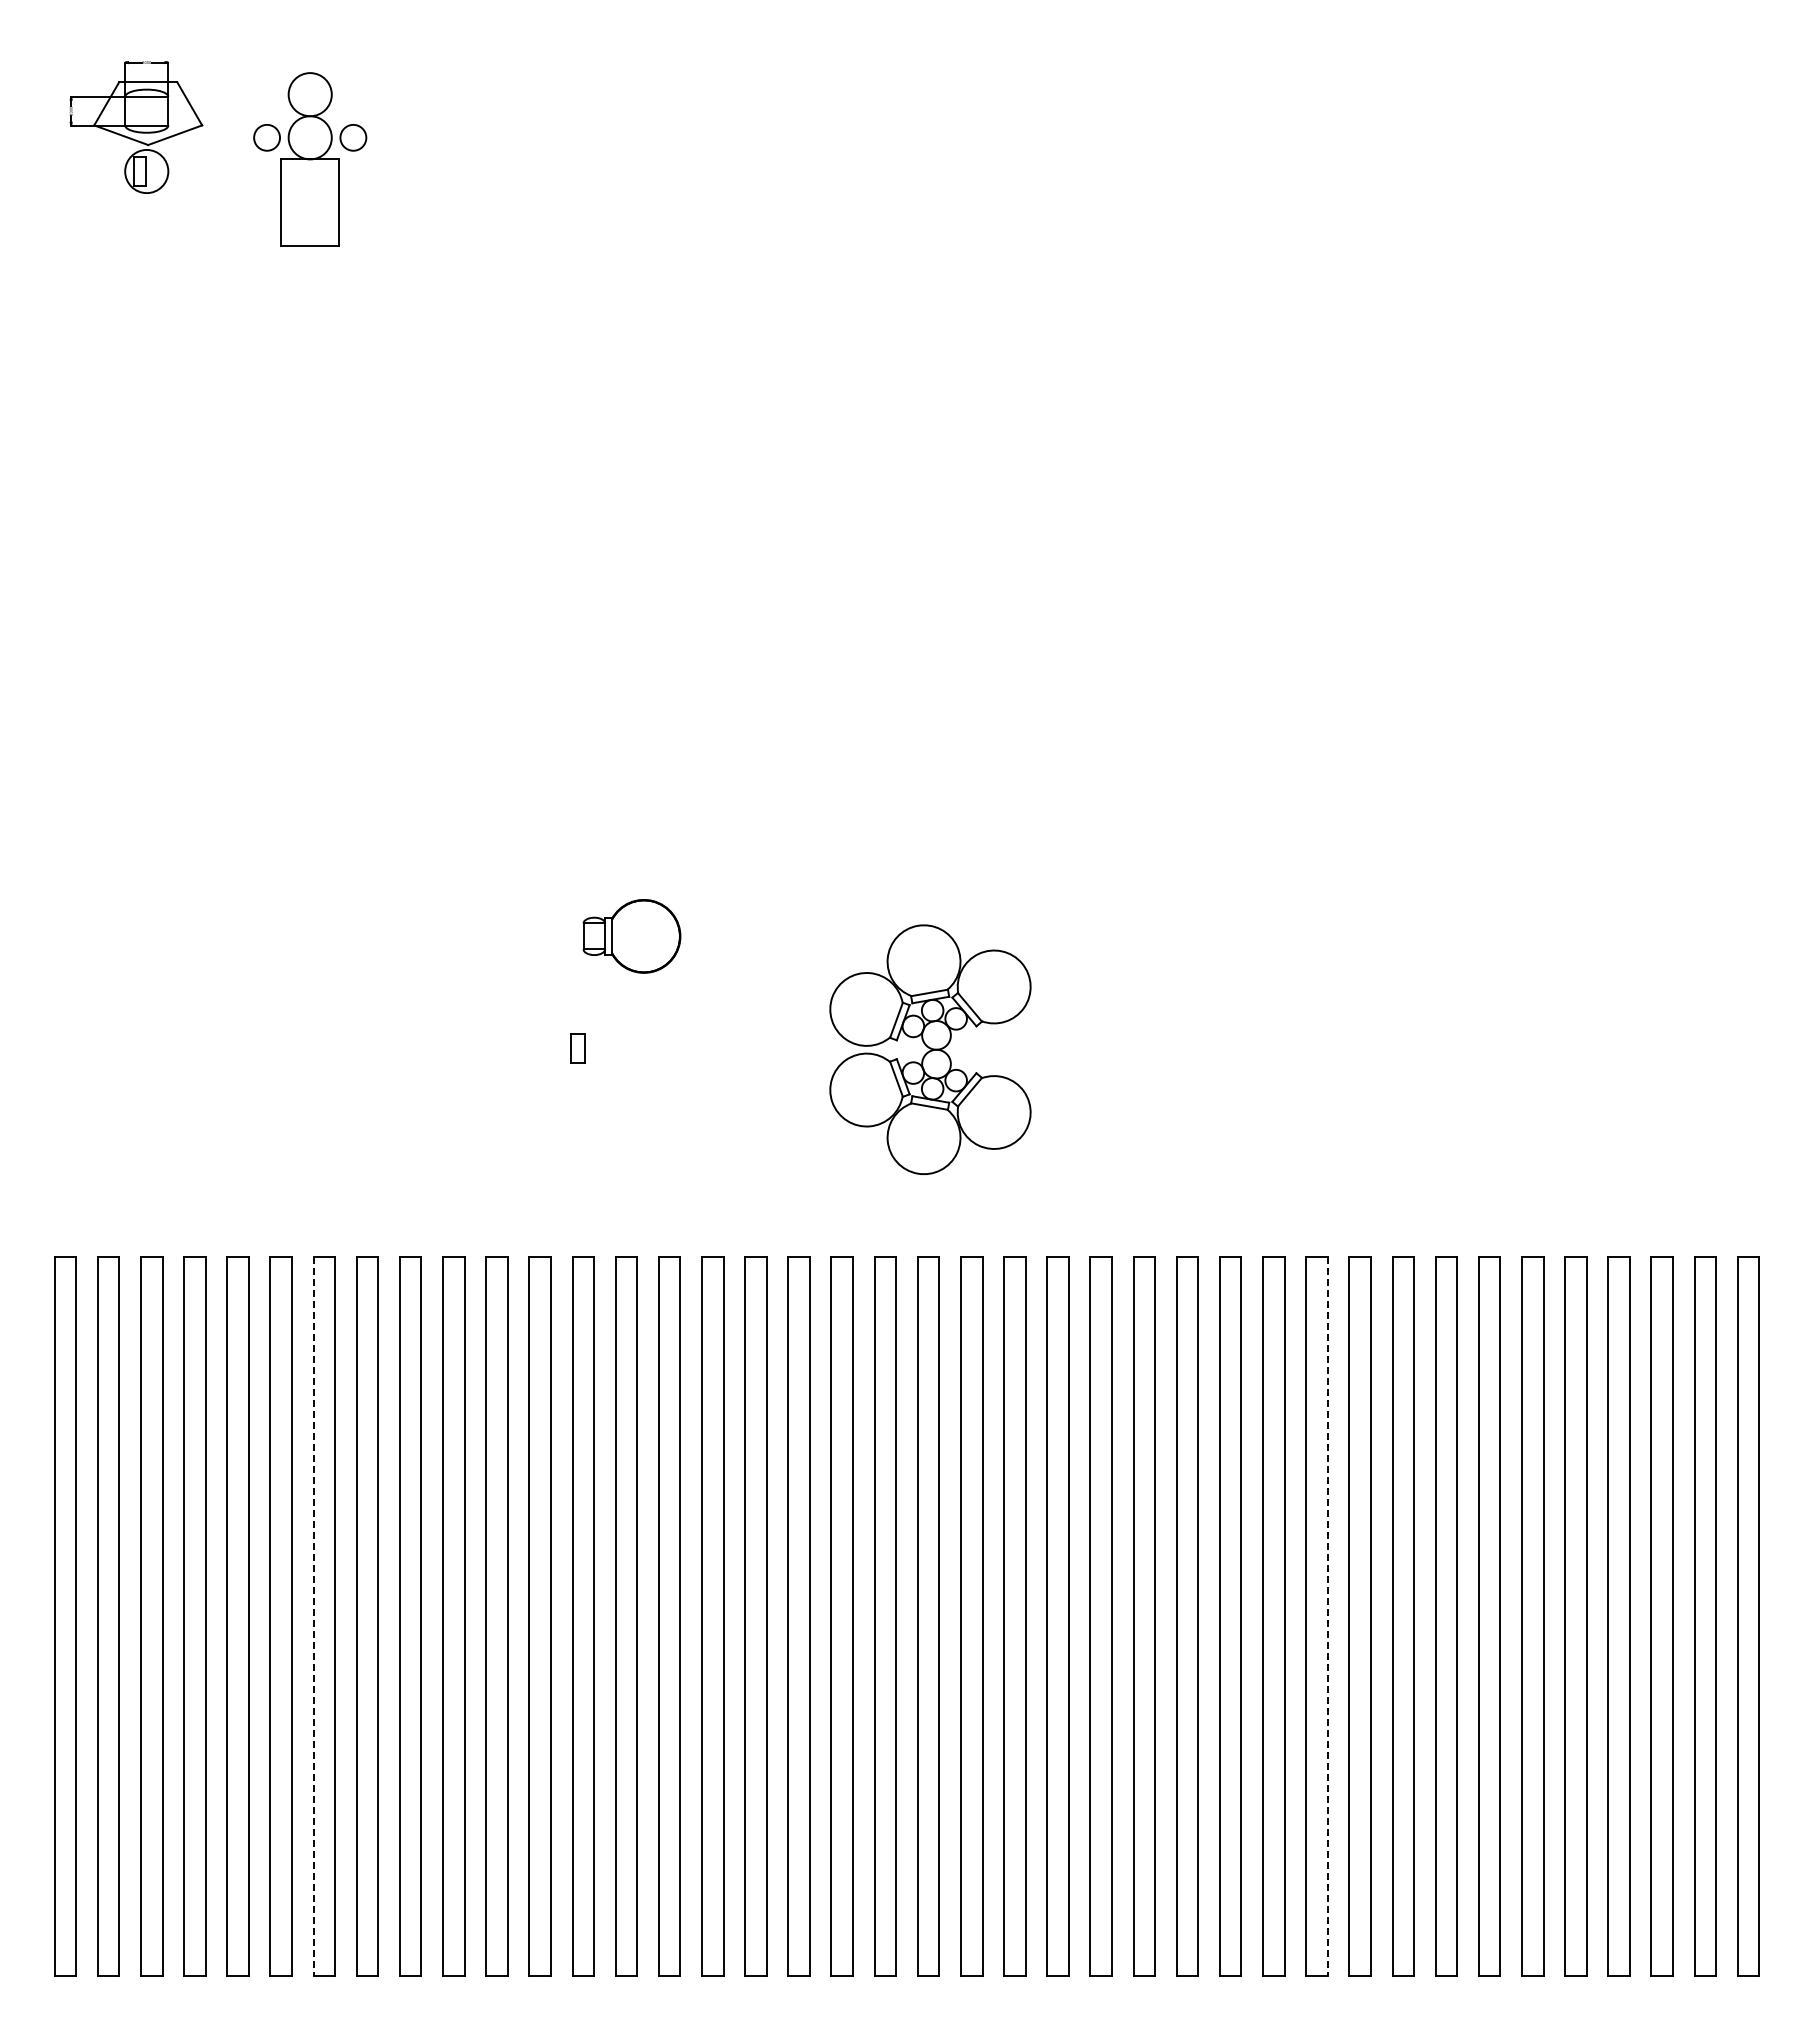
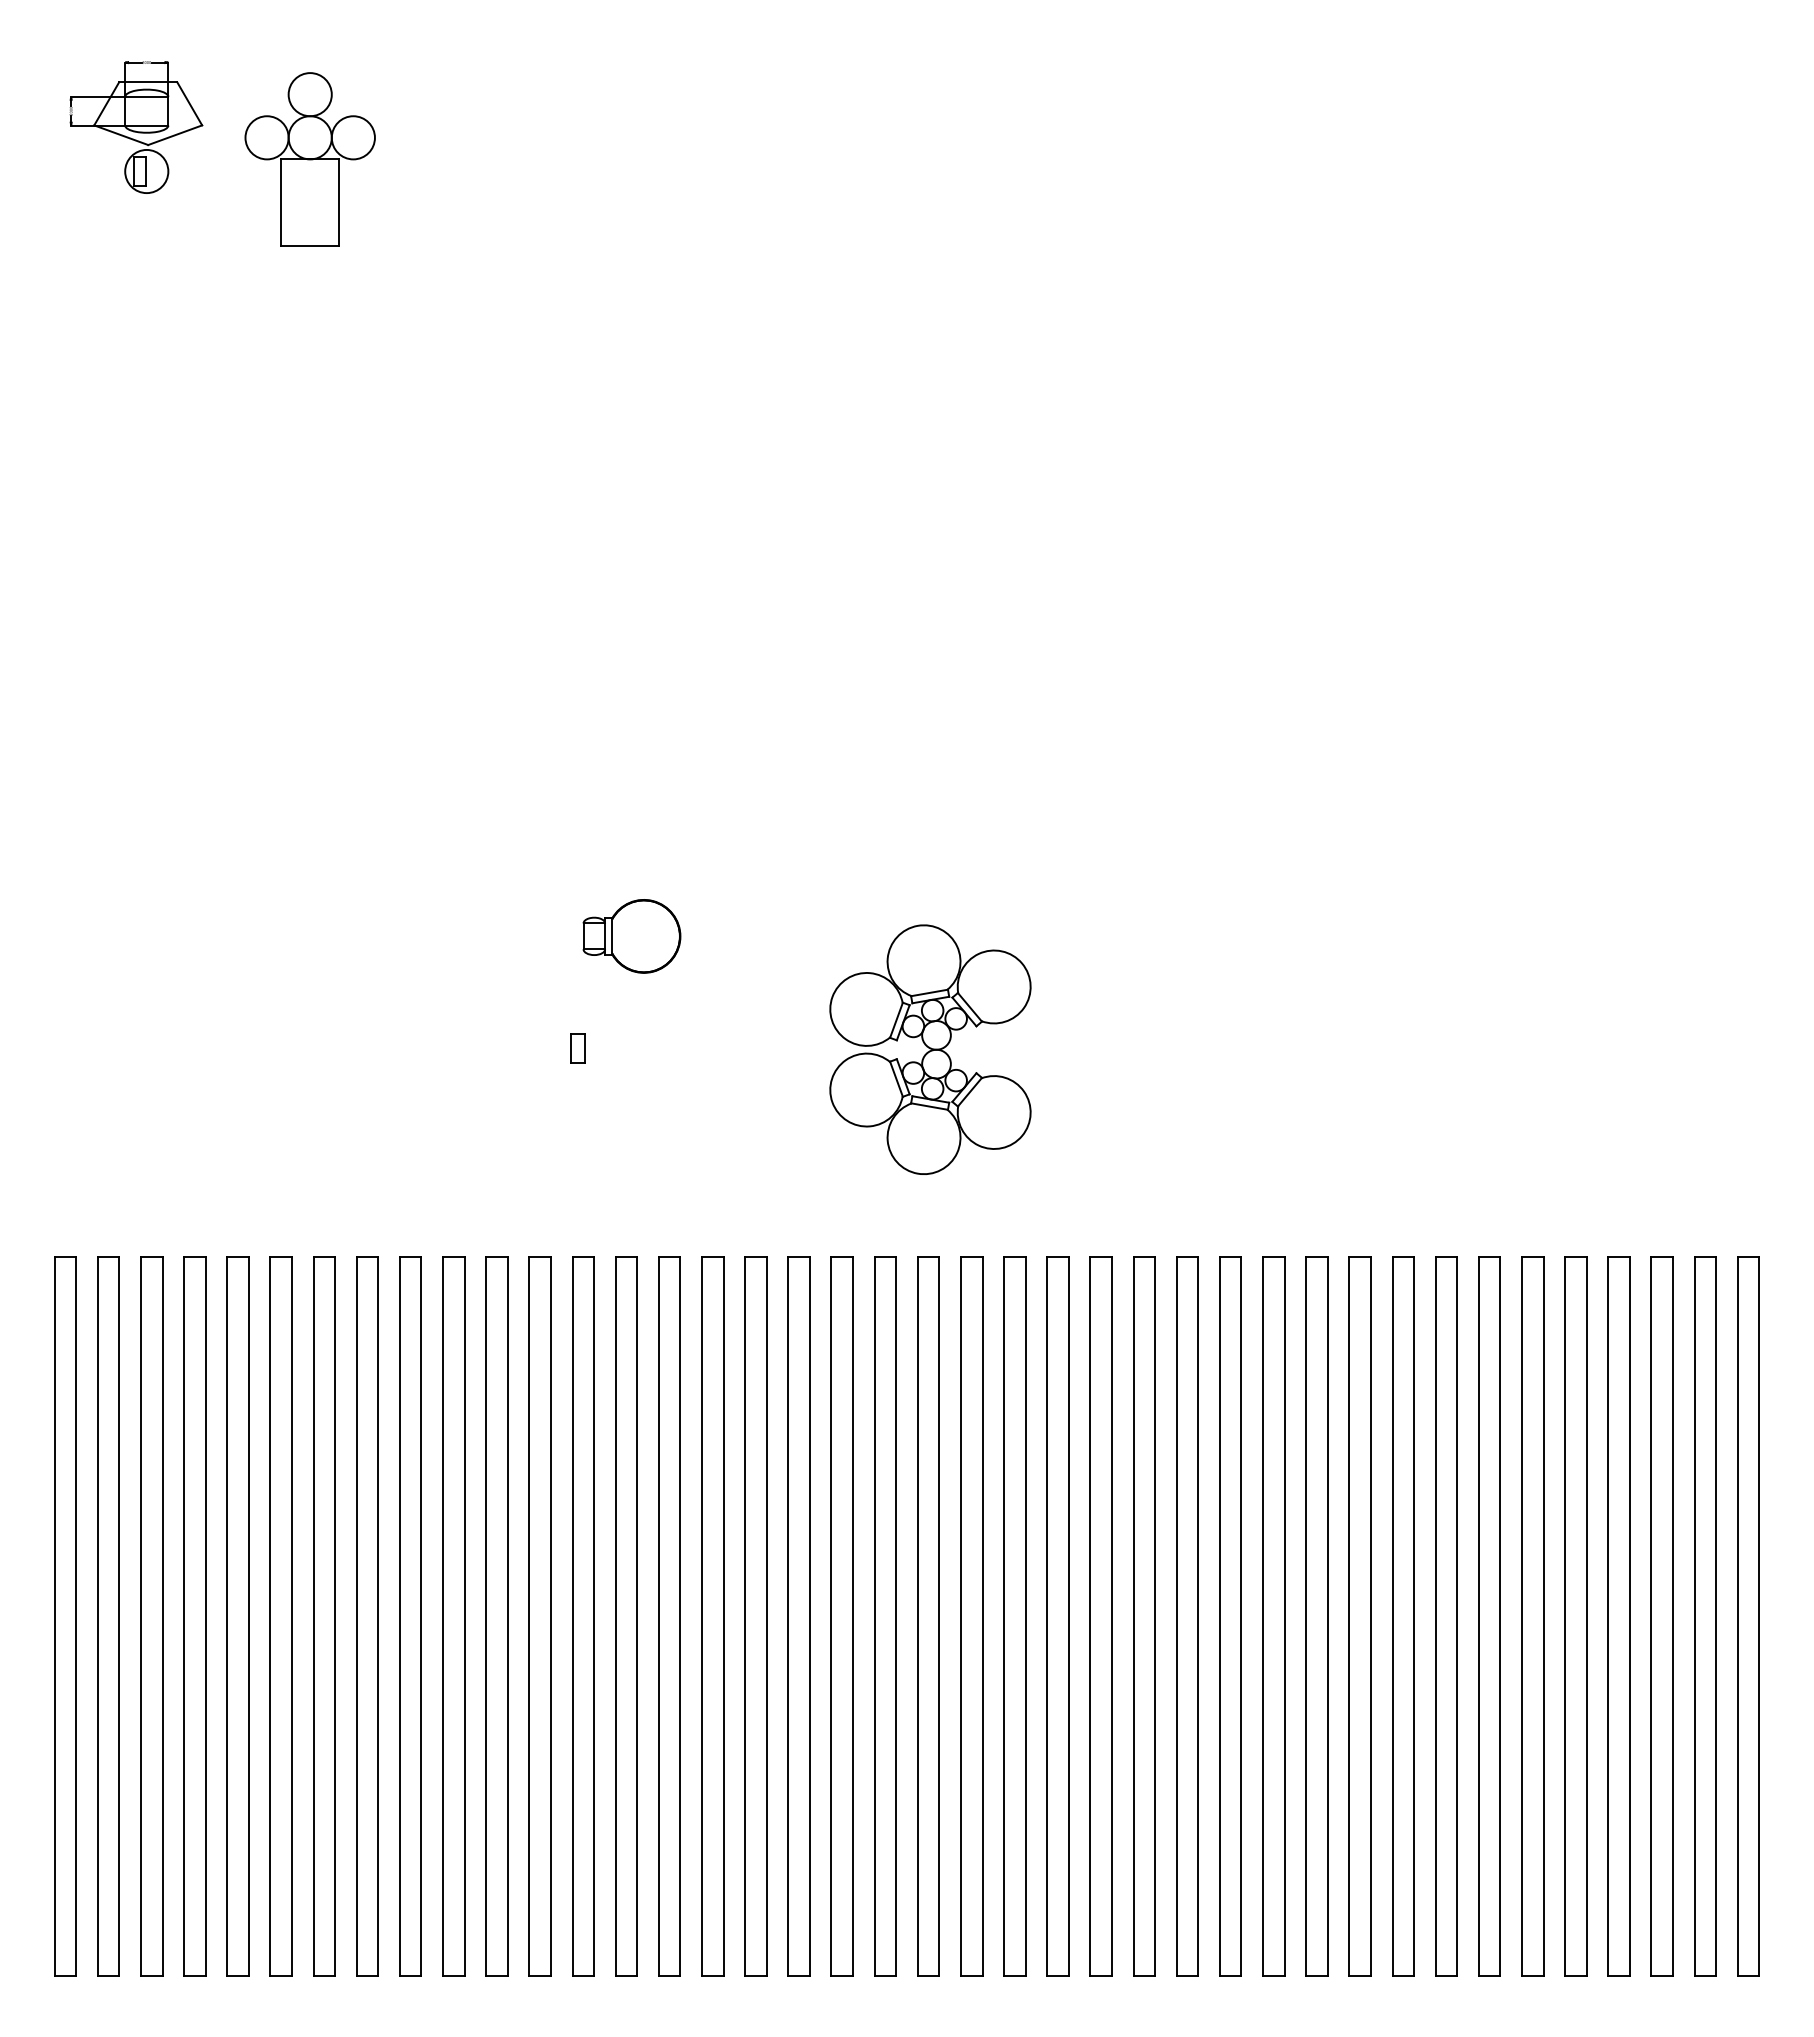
circle at (267, 137) diameter: 26 px -> 43 px
circle at (353, 137) diameter: 26 px -> 43 px
line at (313, 1616): dashed -> solid
line at (1327, 1616): dashed -> solid
